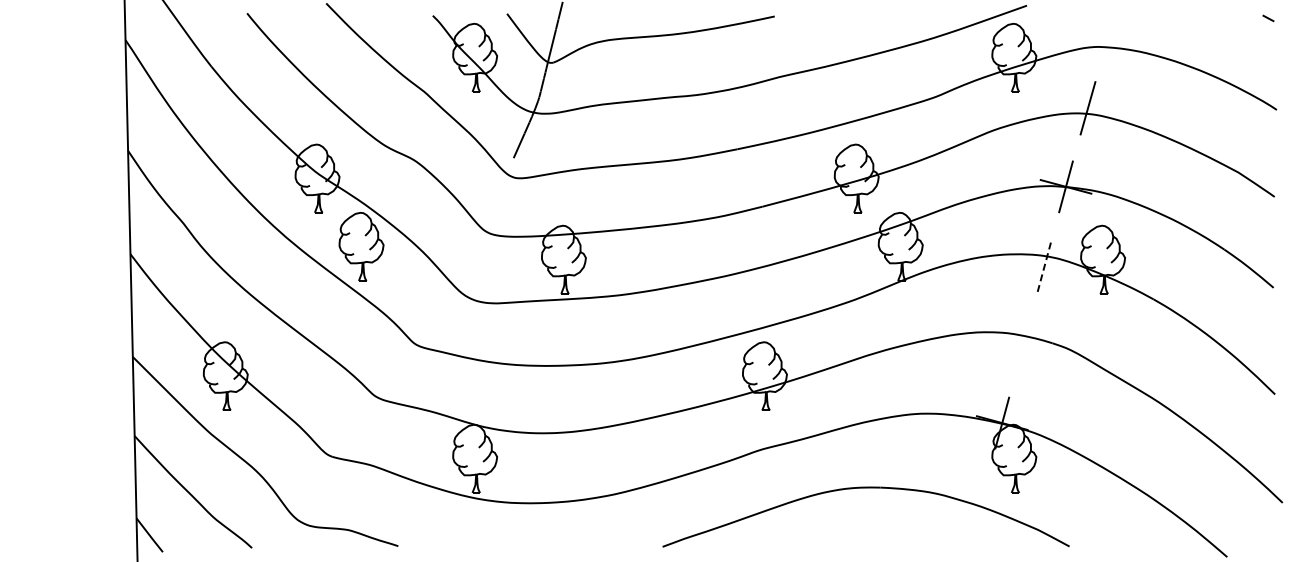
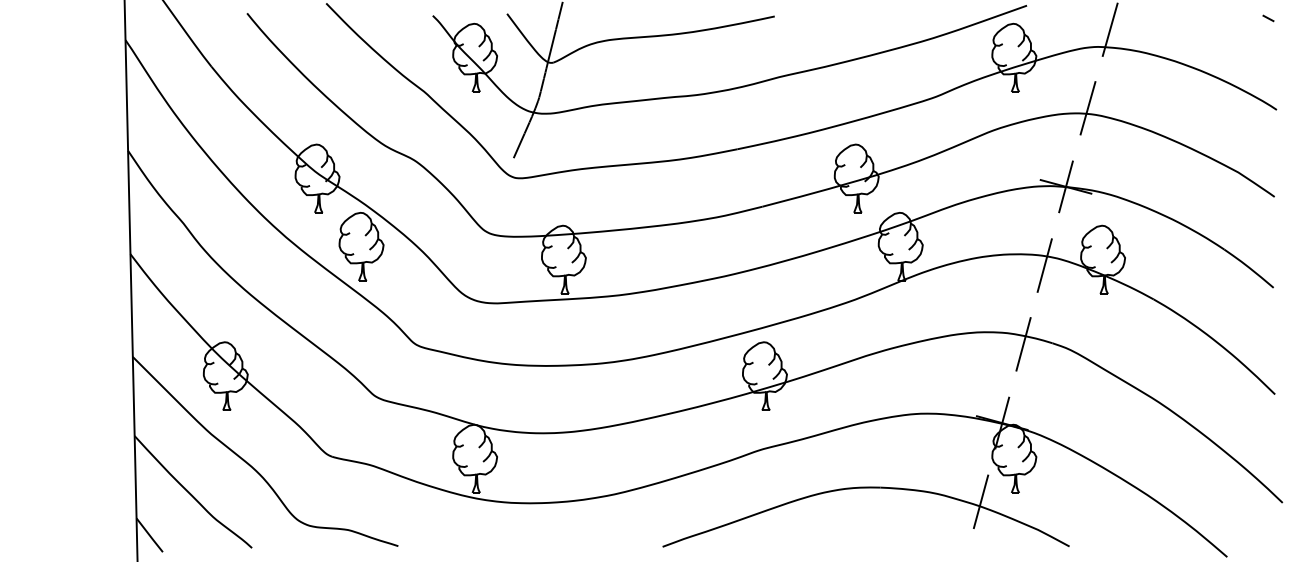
line at (1109, 29): none -> present
line at (1044, 265): dashed -> solid
line at (1023, 344): none -> present
line at (980, 501): none -> present
